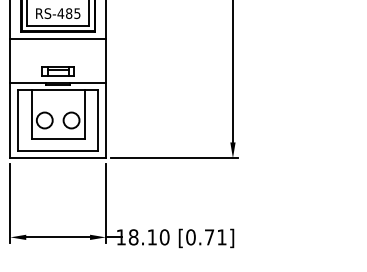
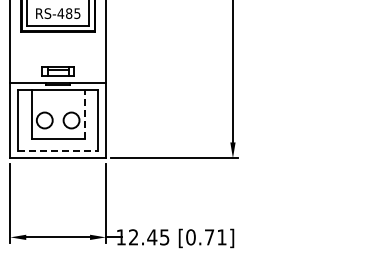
line at (57, 39): present -> none
line at (84, 114): solid -> dashed
line at (58, 150): solid -> dashed
text at (148, 237): 18.10 -> 12.45
